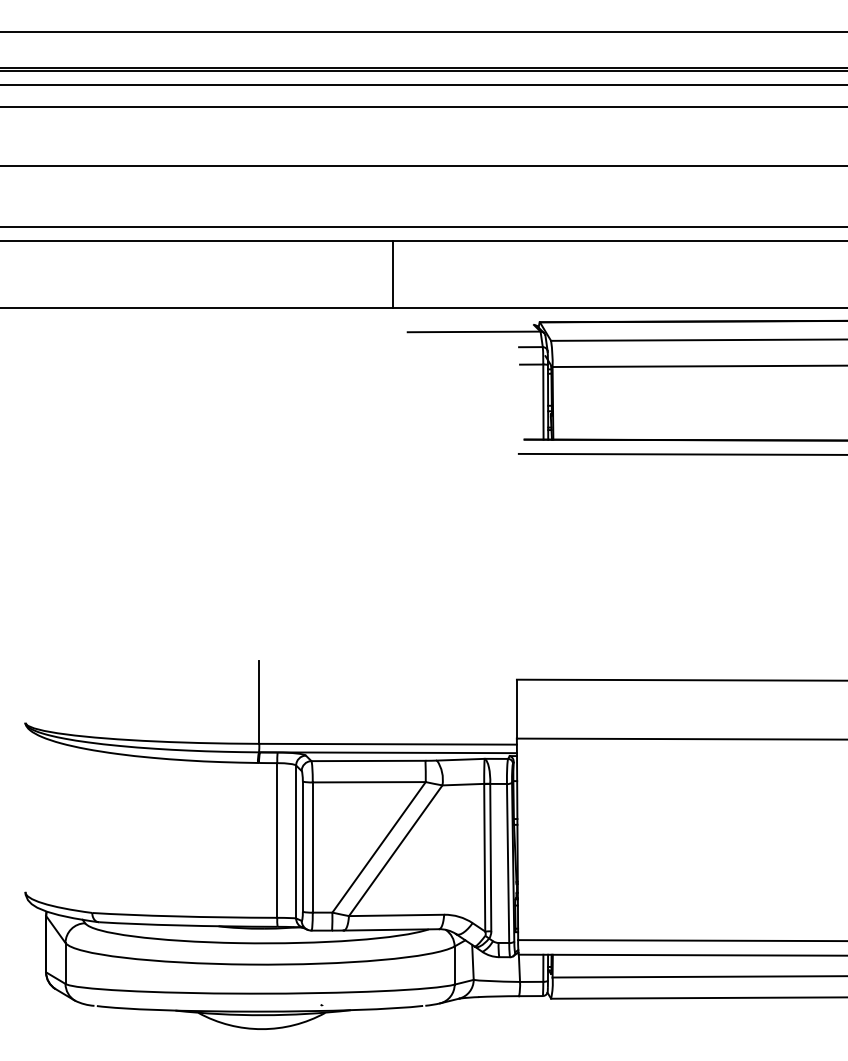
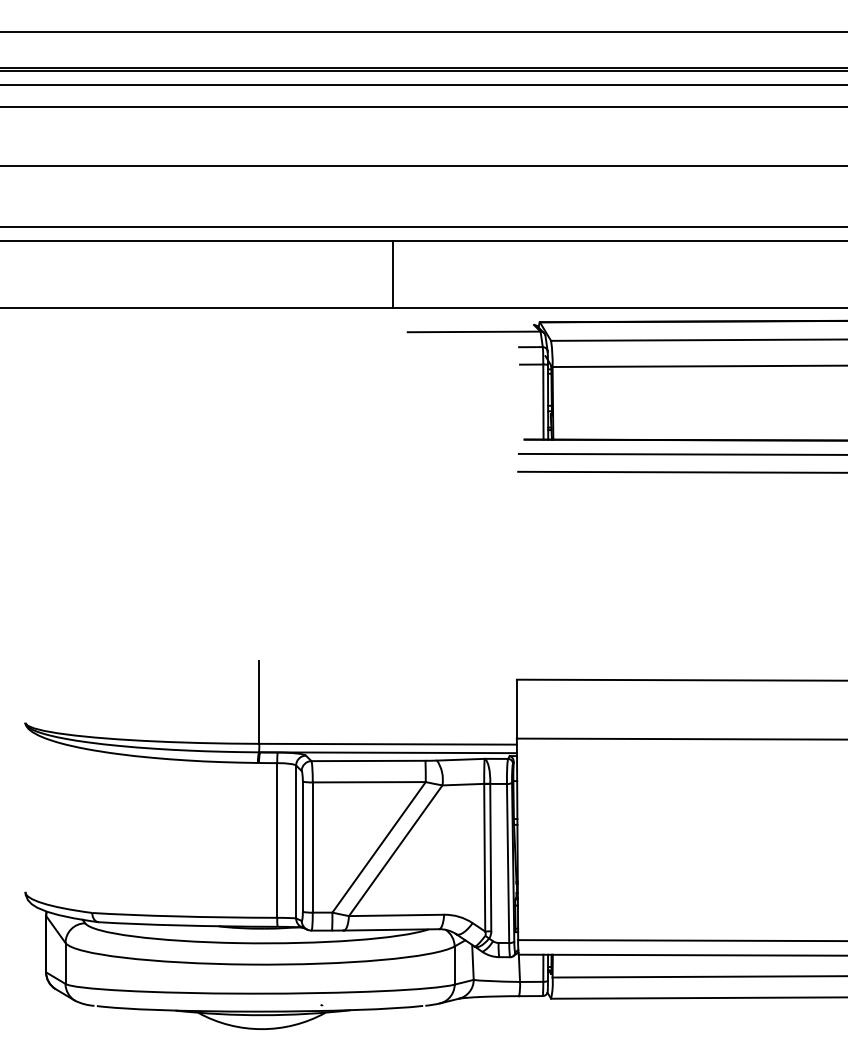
line at (681, 471): none -> present
